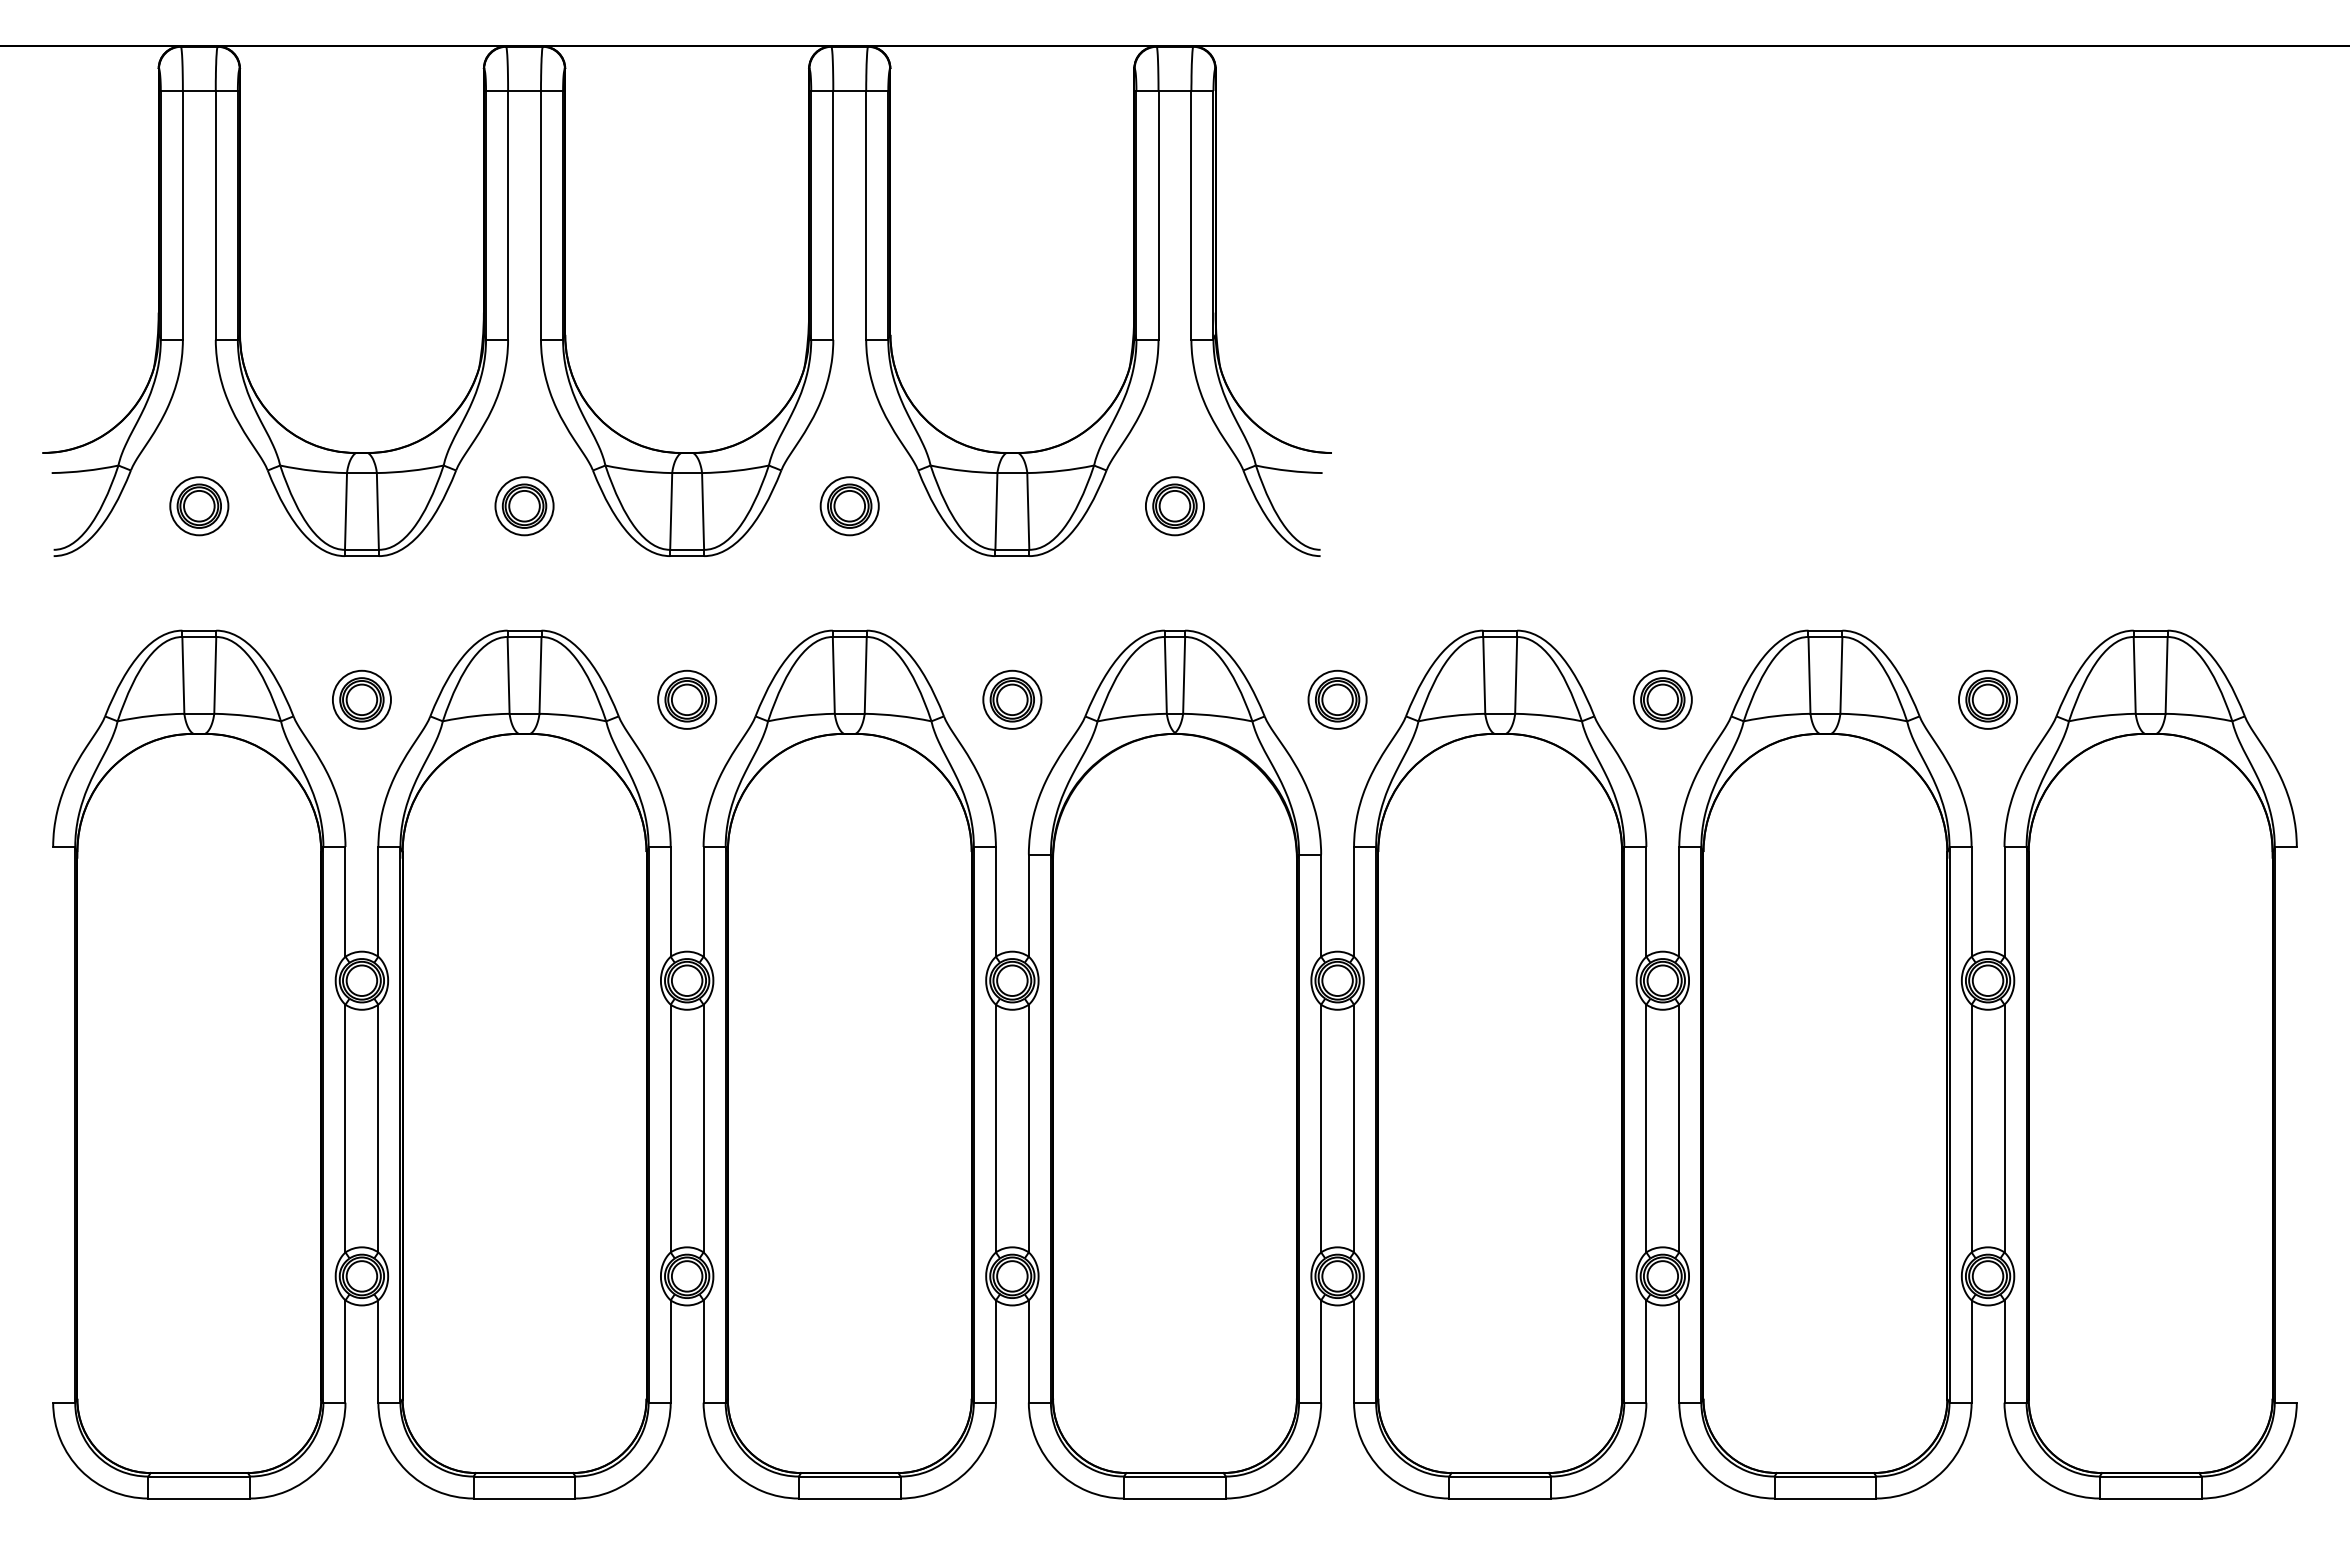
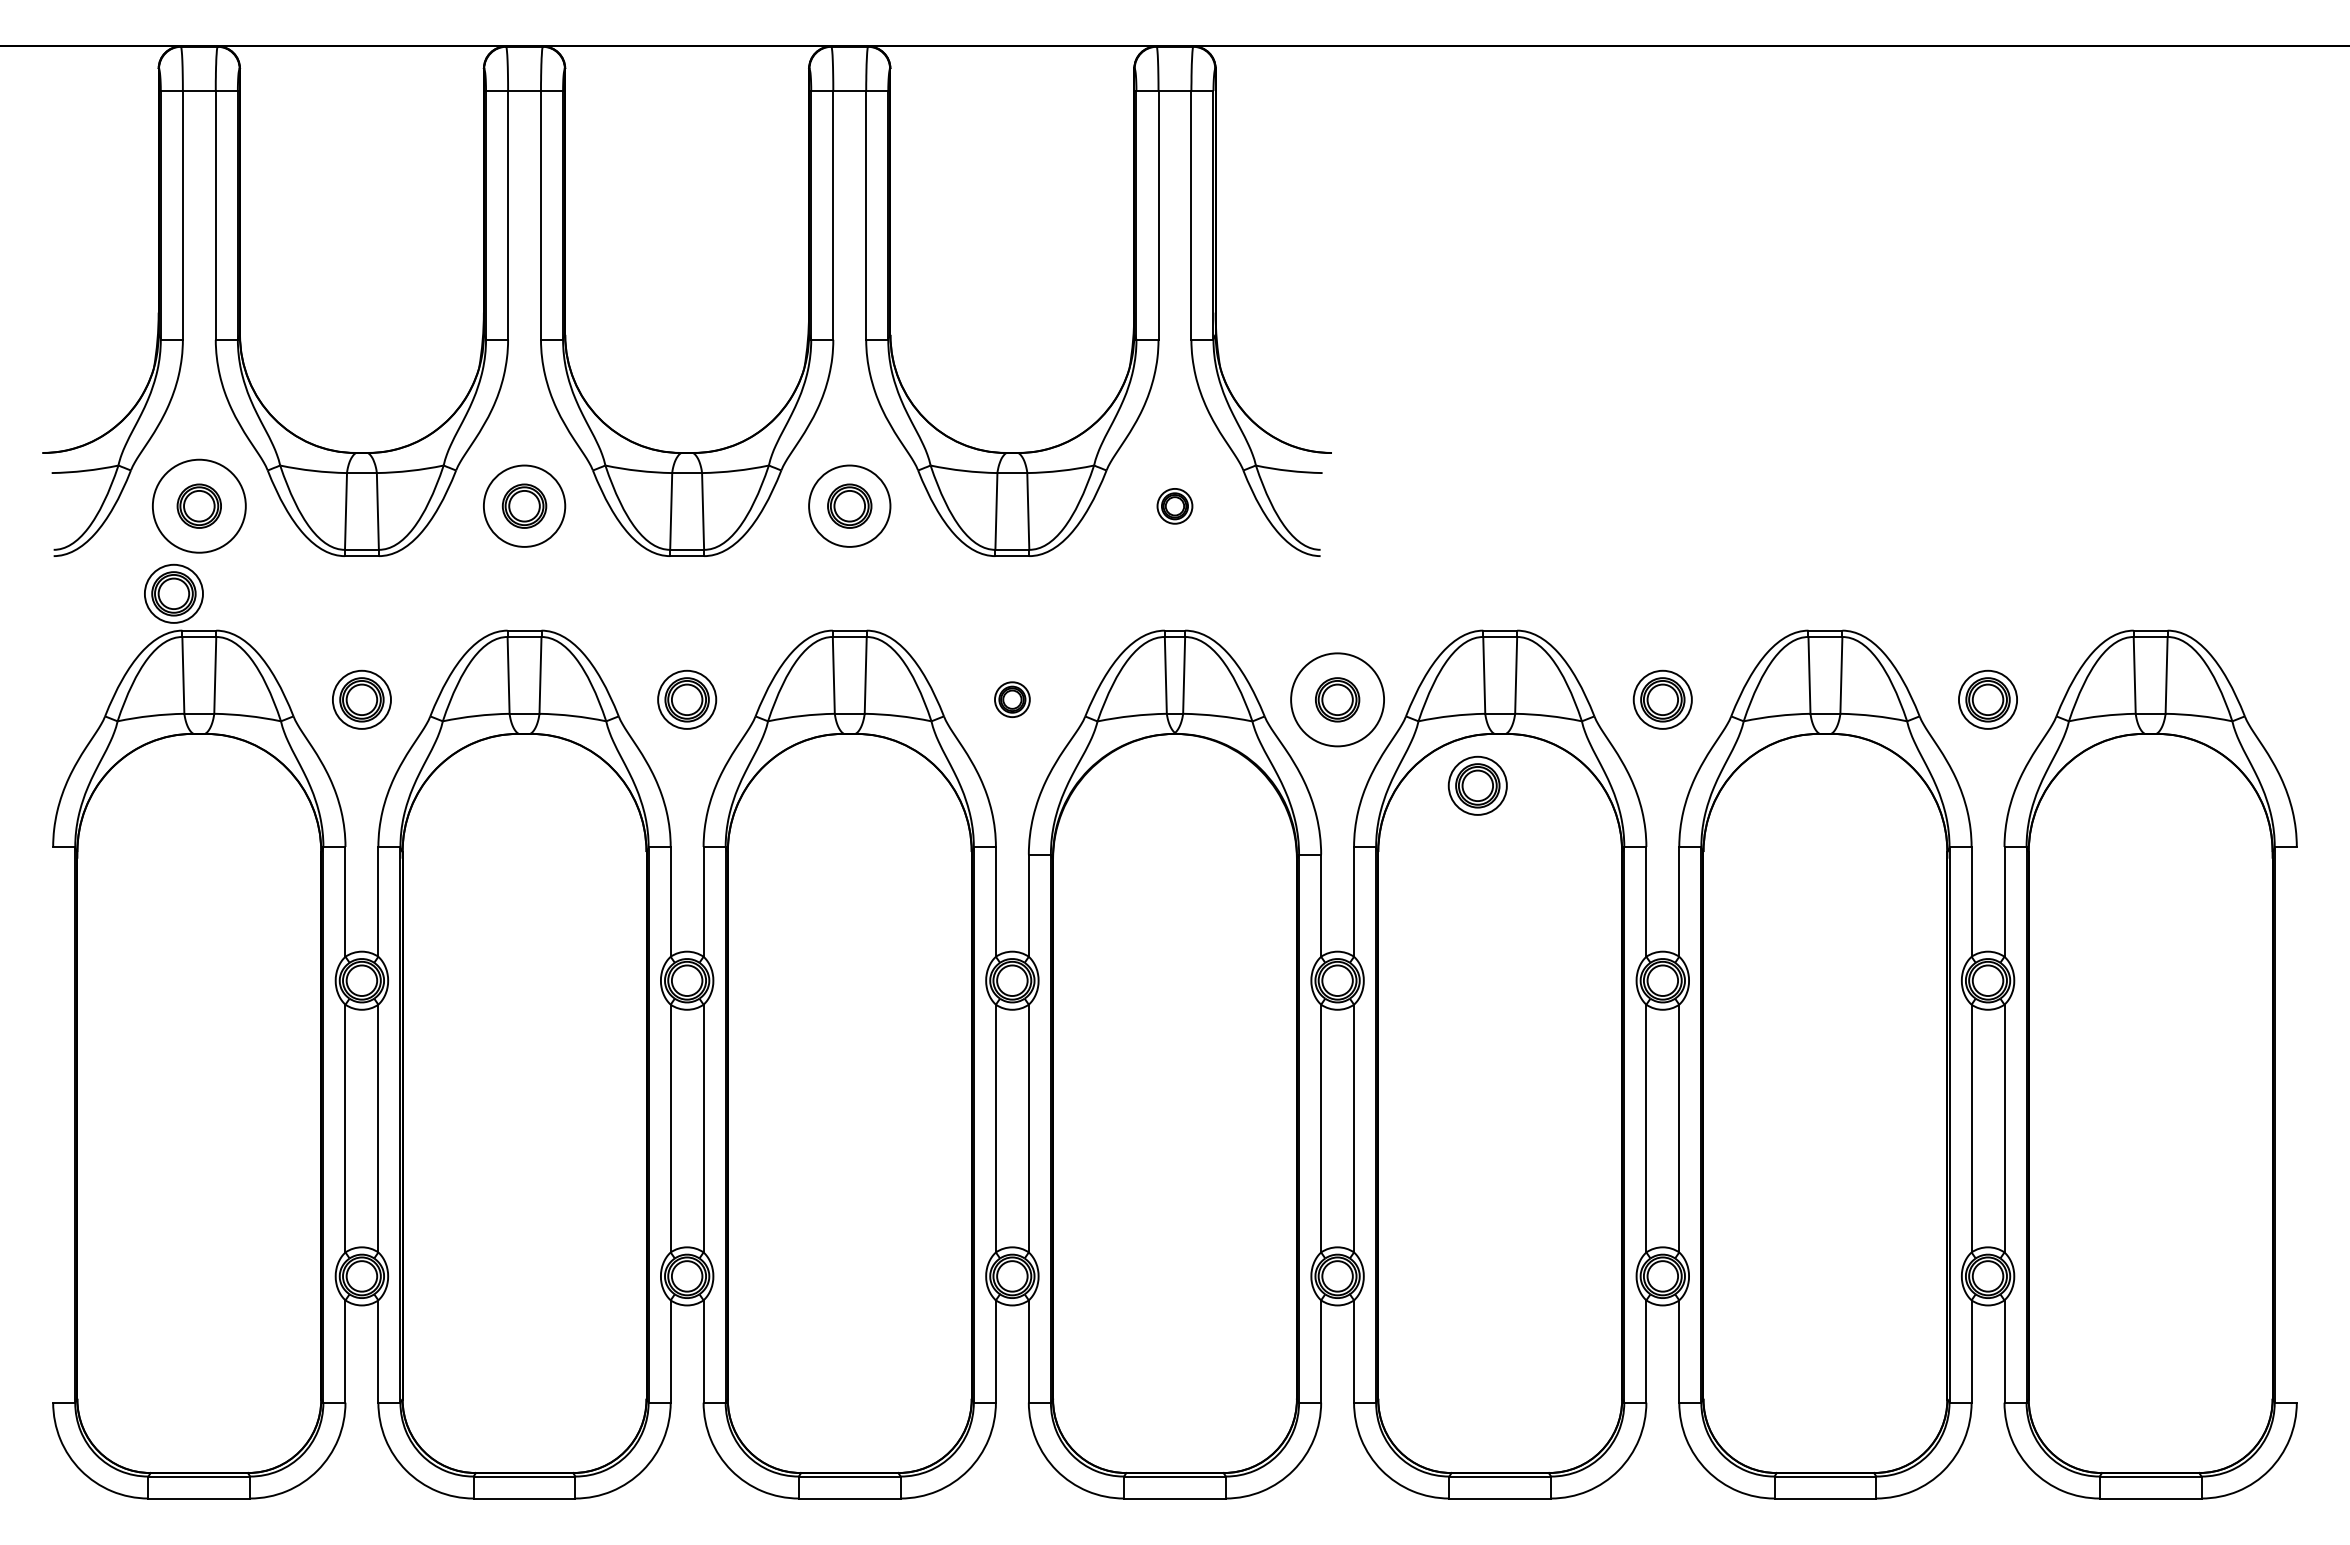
circle at (199, 506) diameter: 58 px -> 93 px
circle at (524, 506) diameter: 58 px -> 81 px
circle at (849, 506) diameter: 58 px -> 81 px
part at (1174, 506) size: 60x61 px -> 38x37 px
part at (173, 593): none -> present
part at (1012, 699) size: 61x61 px -> 37x37 px
circle at (1337, 699) diameter: 58 px -> 93 px
part at (1477, 785): none -> present
